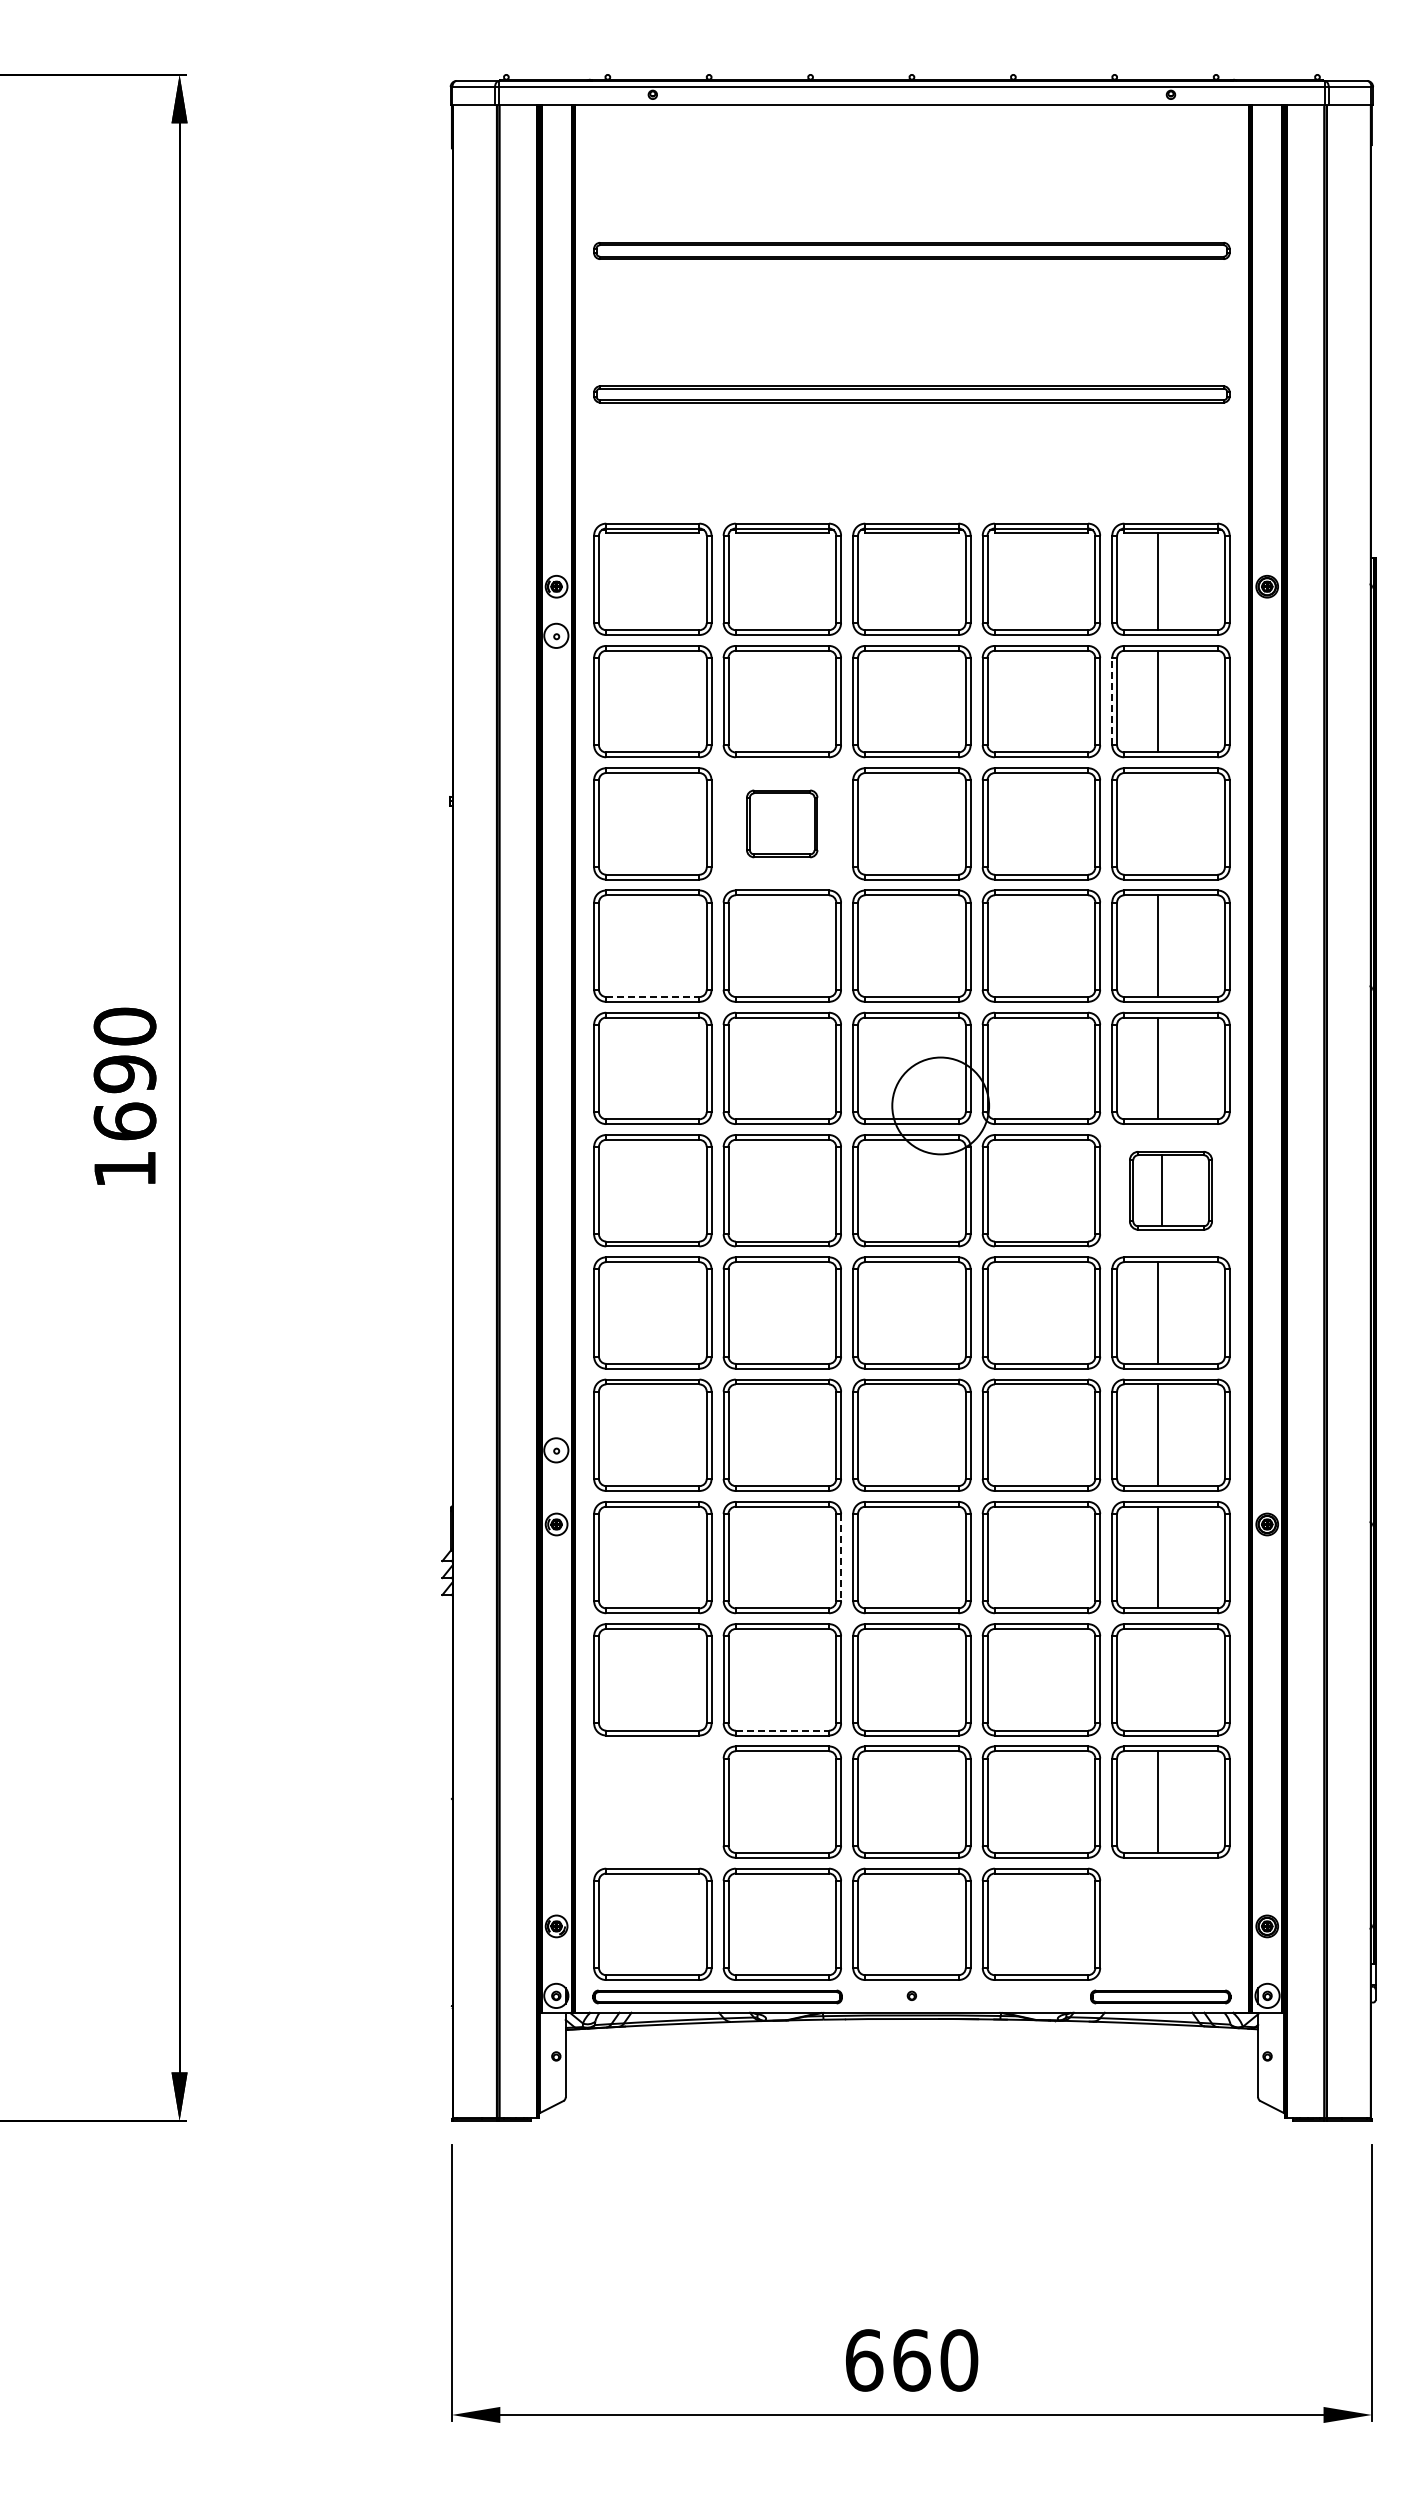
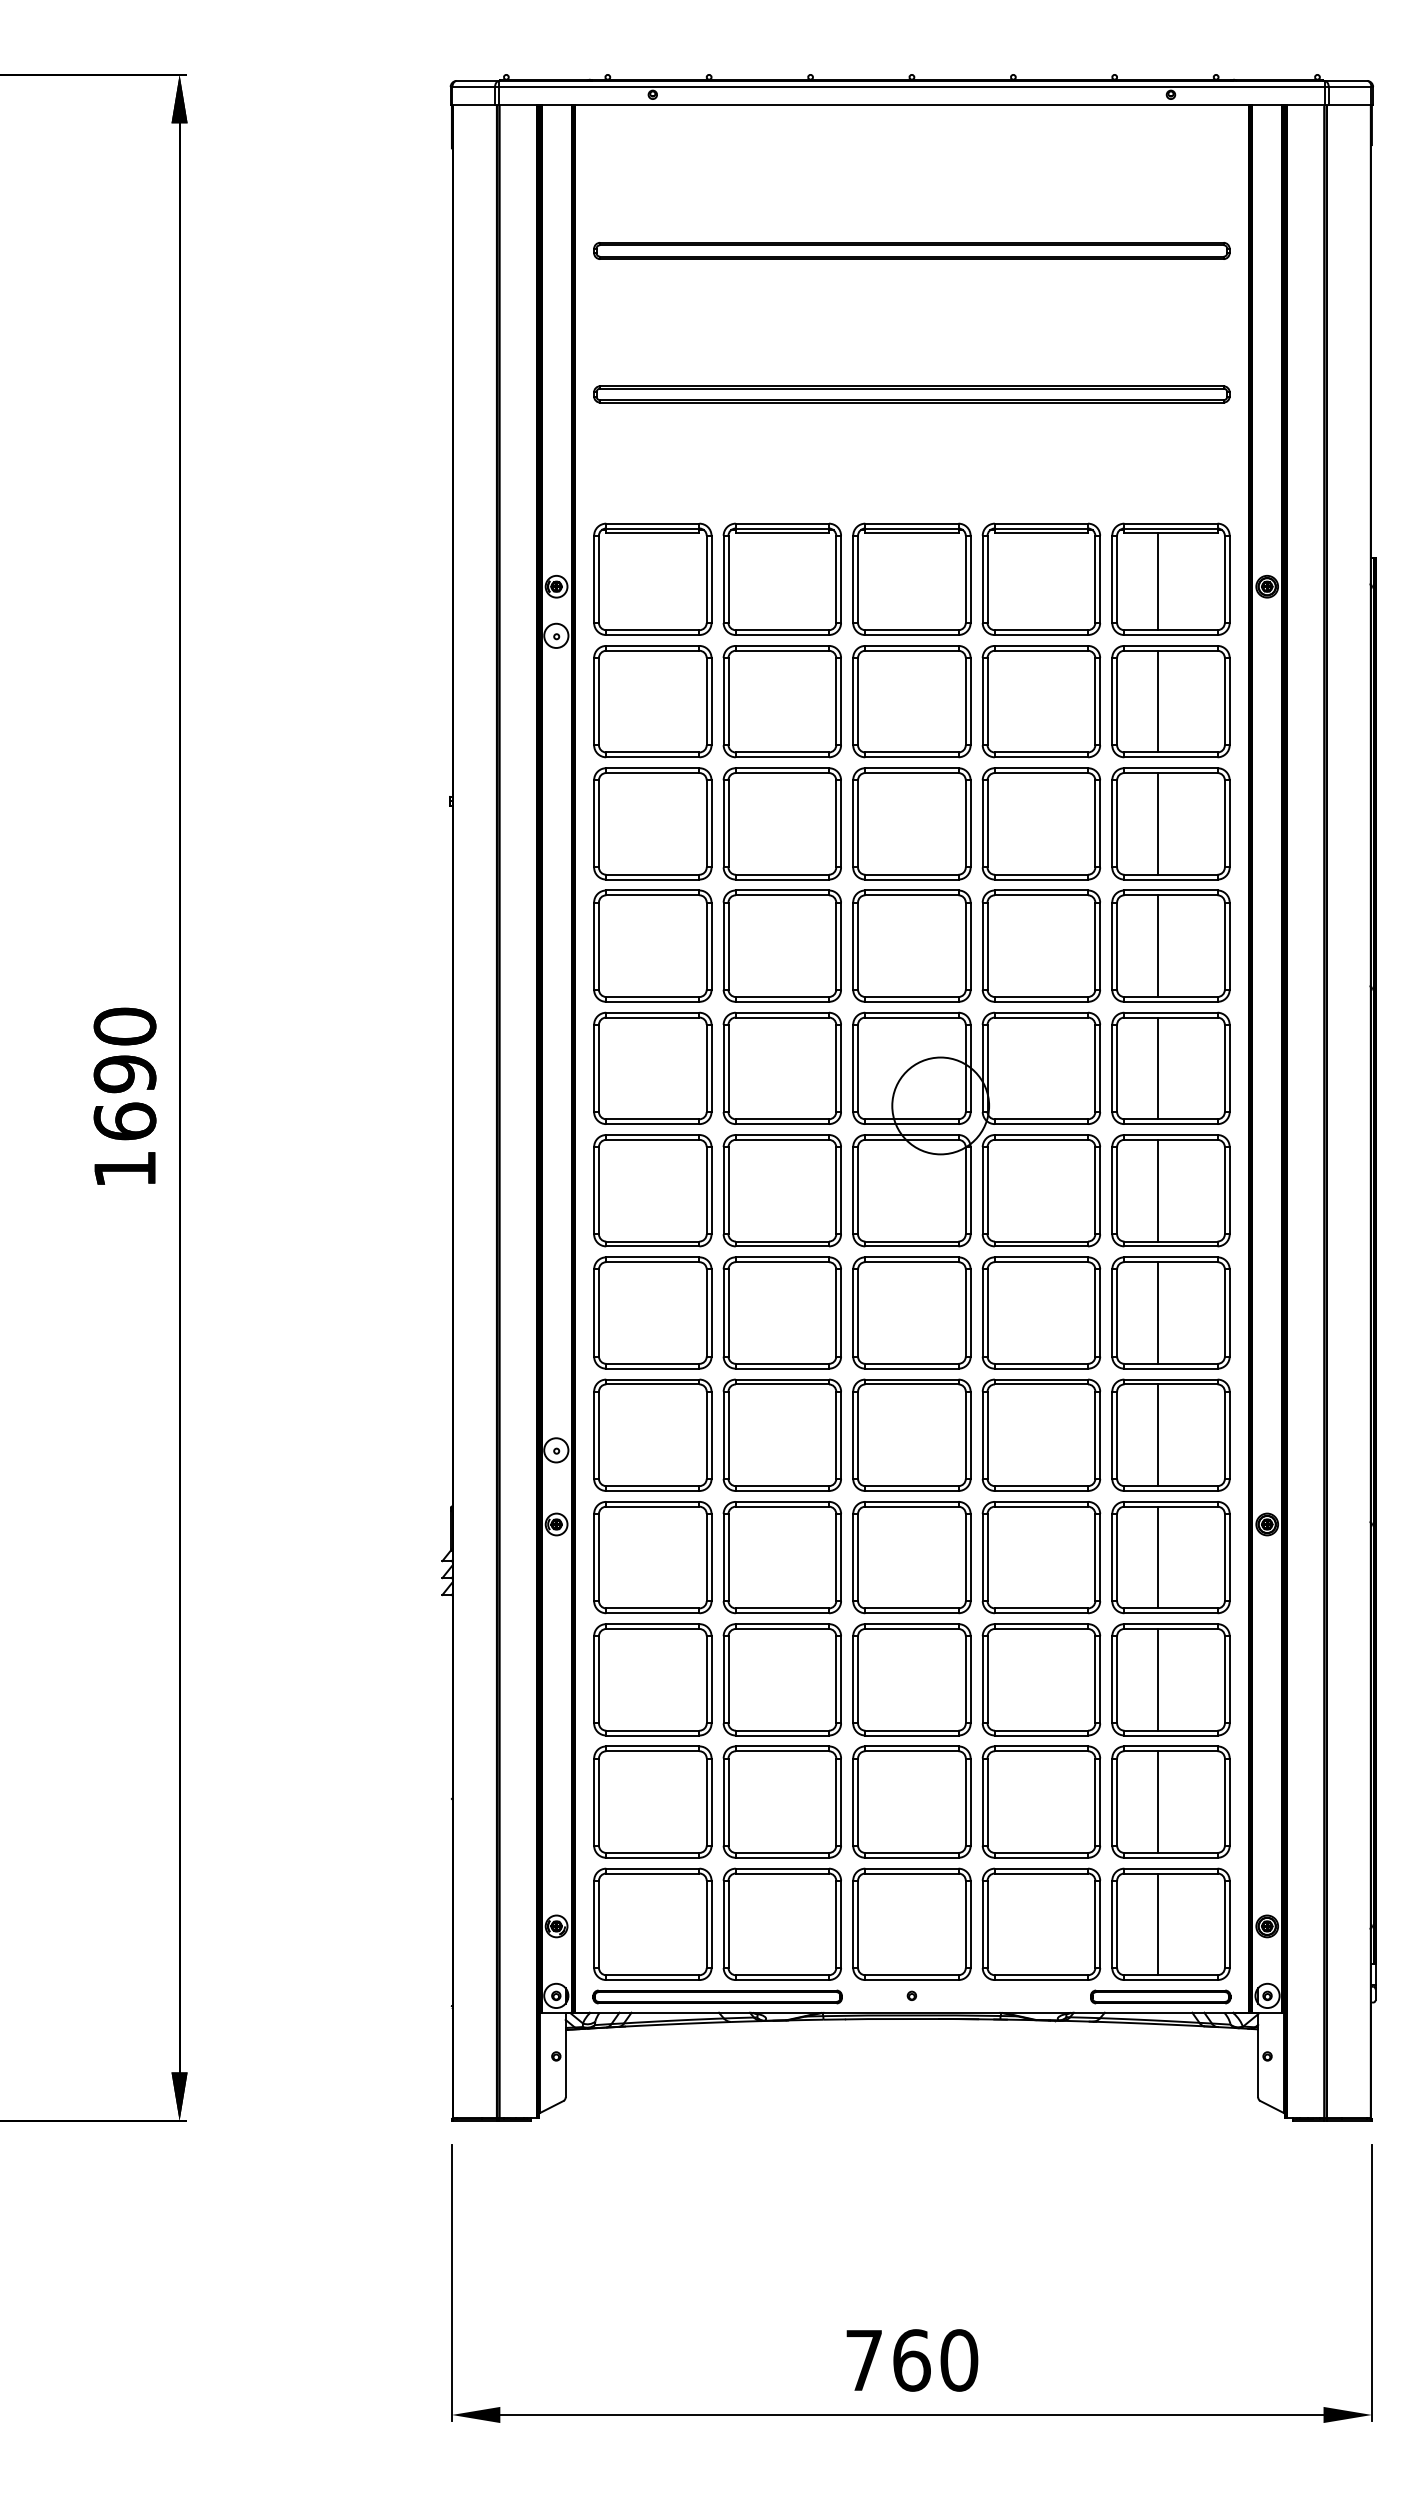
line at (1112, 701): dashed -> solid
part at (782, 823) size: 73x70 px -> 120x114 px
line at (1157, 823): none -> present
line at (652, 997): dashed -> solid
part at (1170, 1190) size: 84x80 px -> 120x114 px
line at (841, 1557): dashed -> solid
line at (1157, 1679): none -> present
line at (782, 1730): dashed -> solid
part at (652, 1801): none -> present
part at (1170, 1923): none -> present
text at (864, 2360): 660 -> 760
